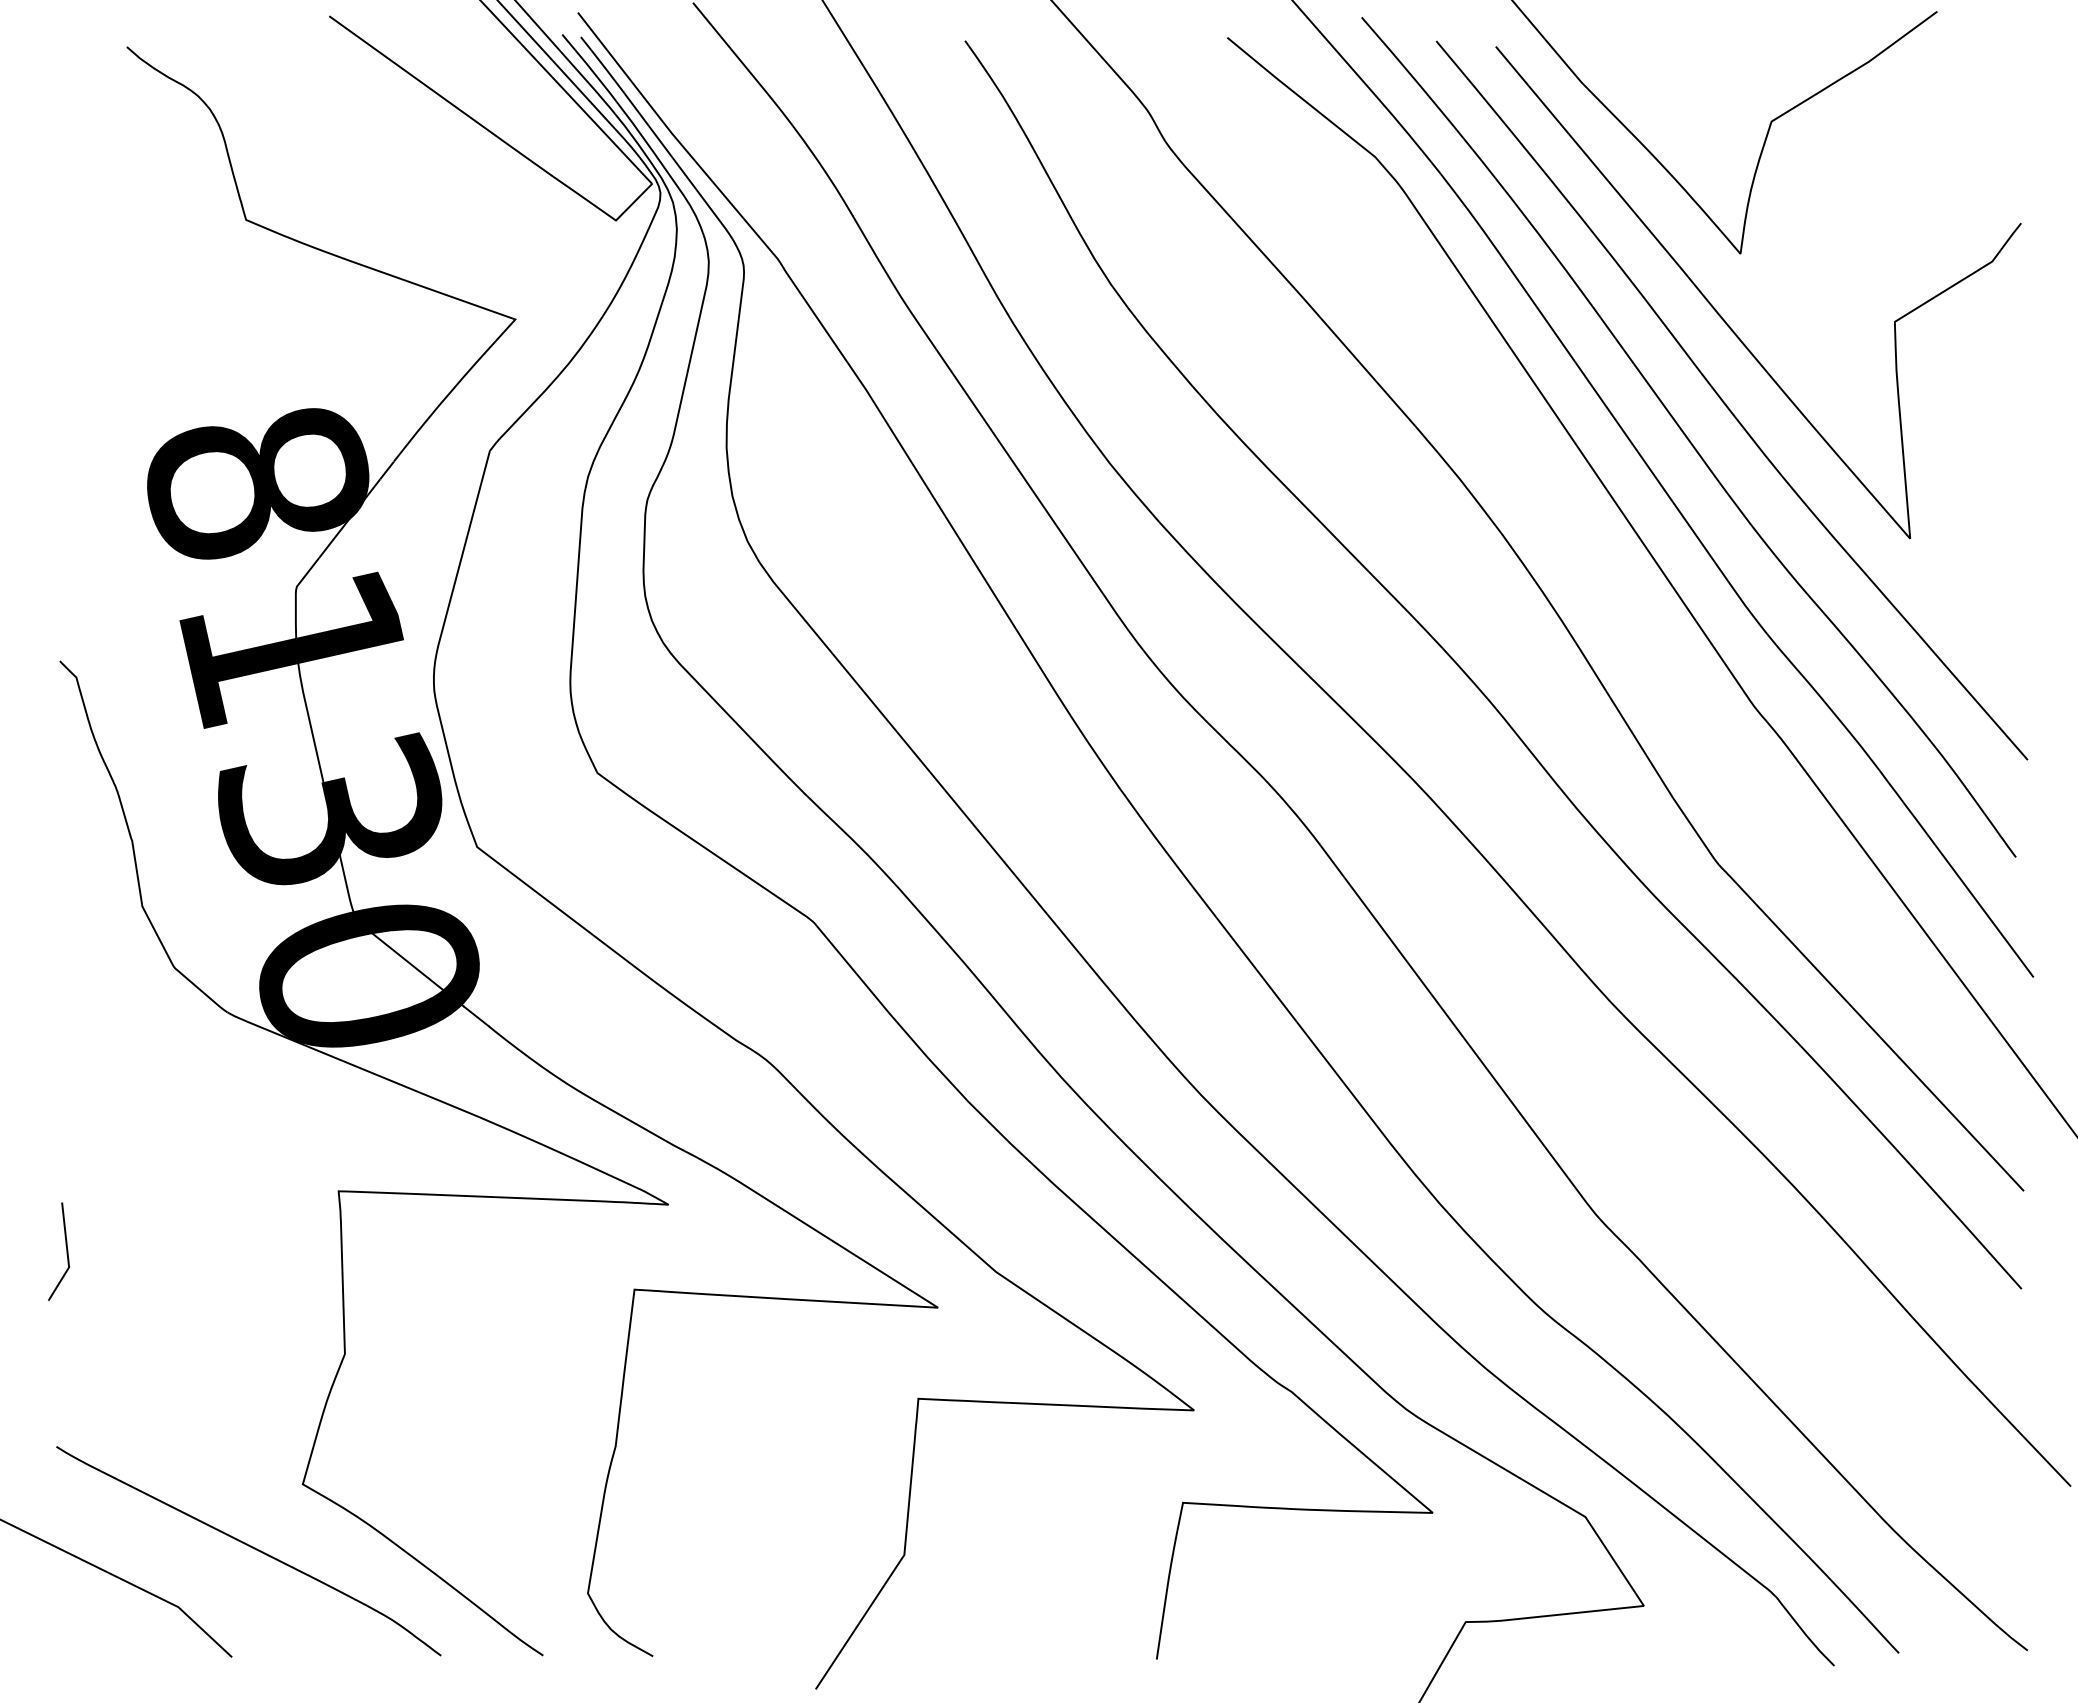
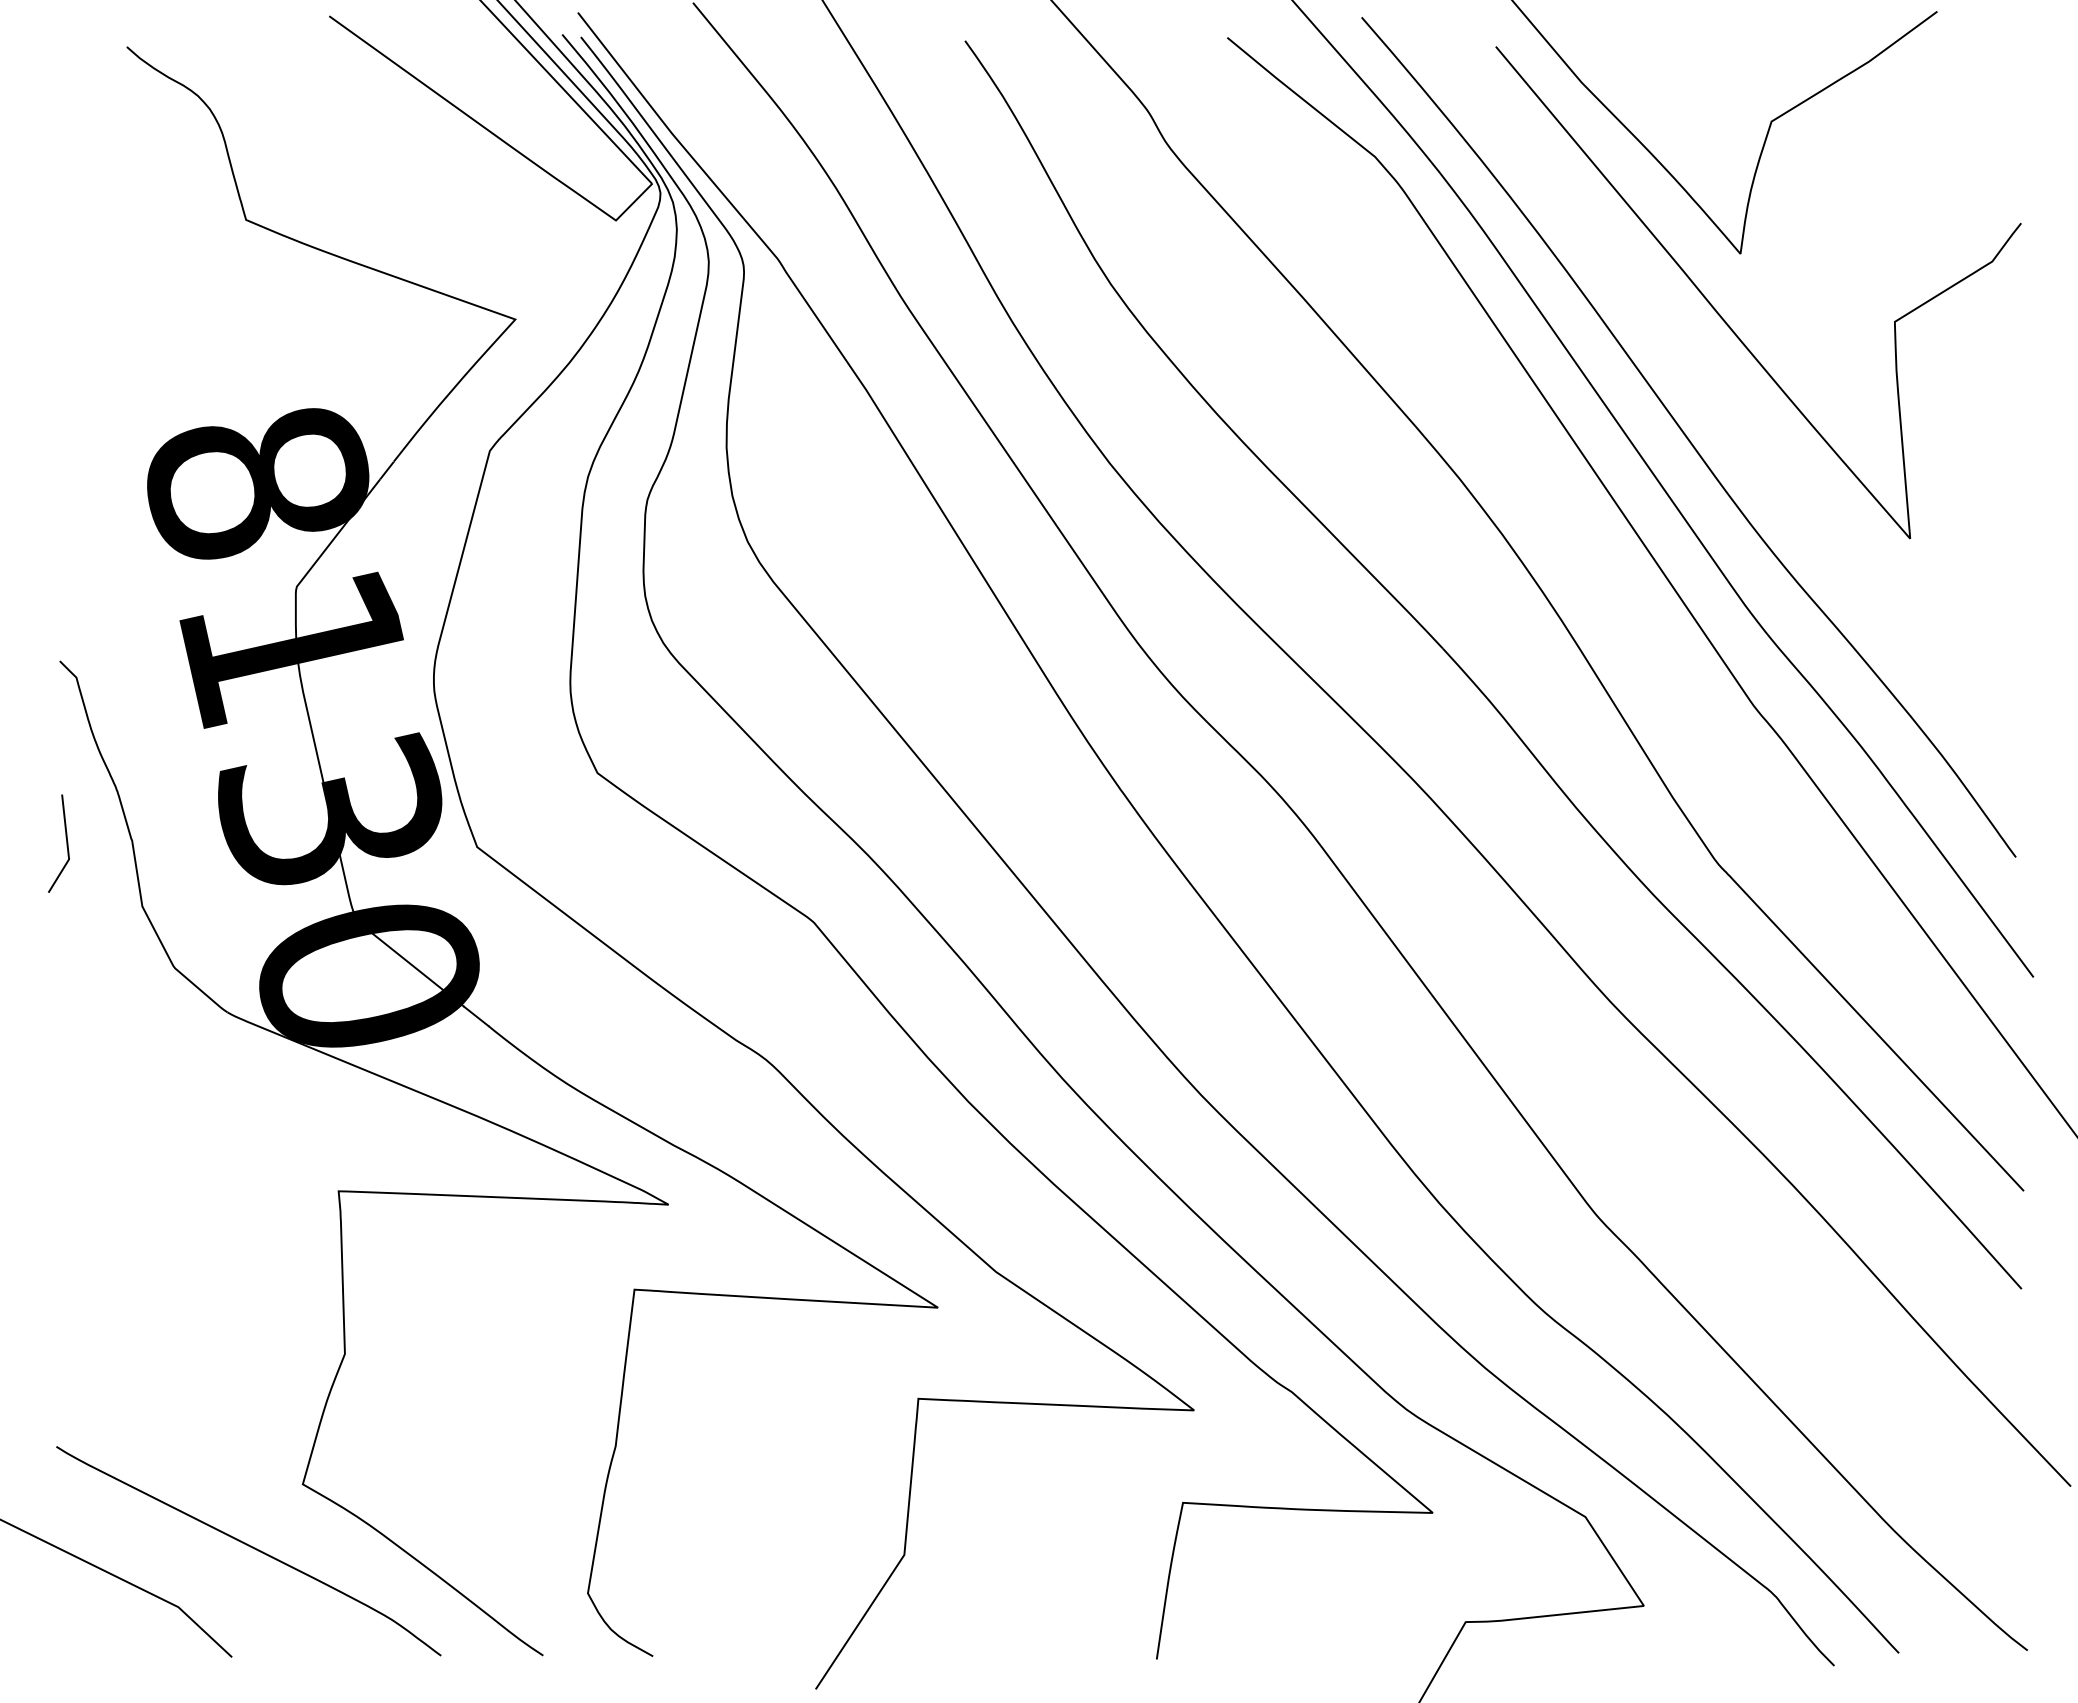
curve at (1726, 404): present -> none
line at (66, 1251) position: (66, 1251) -> (66, 843)
